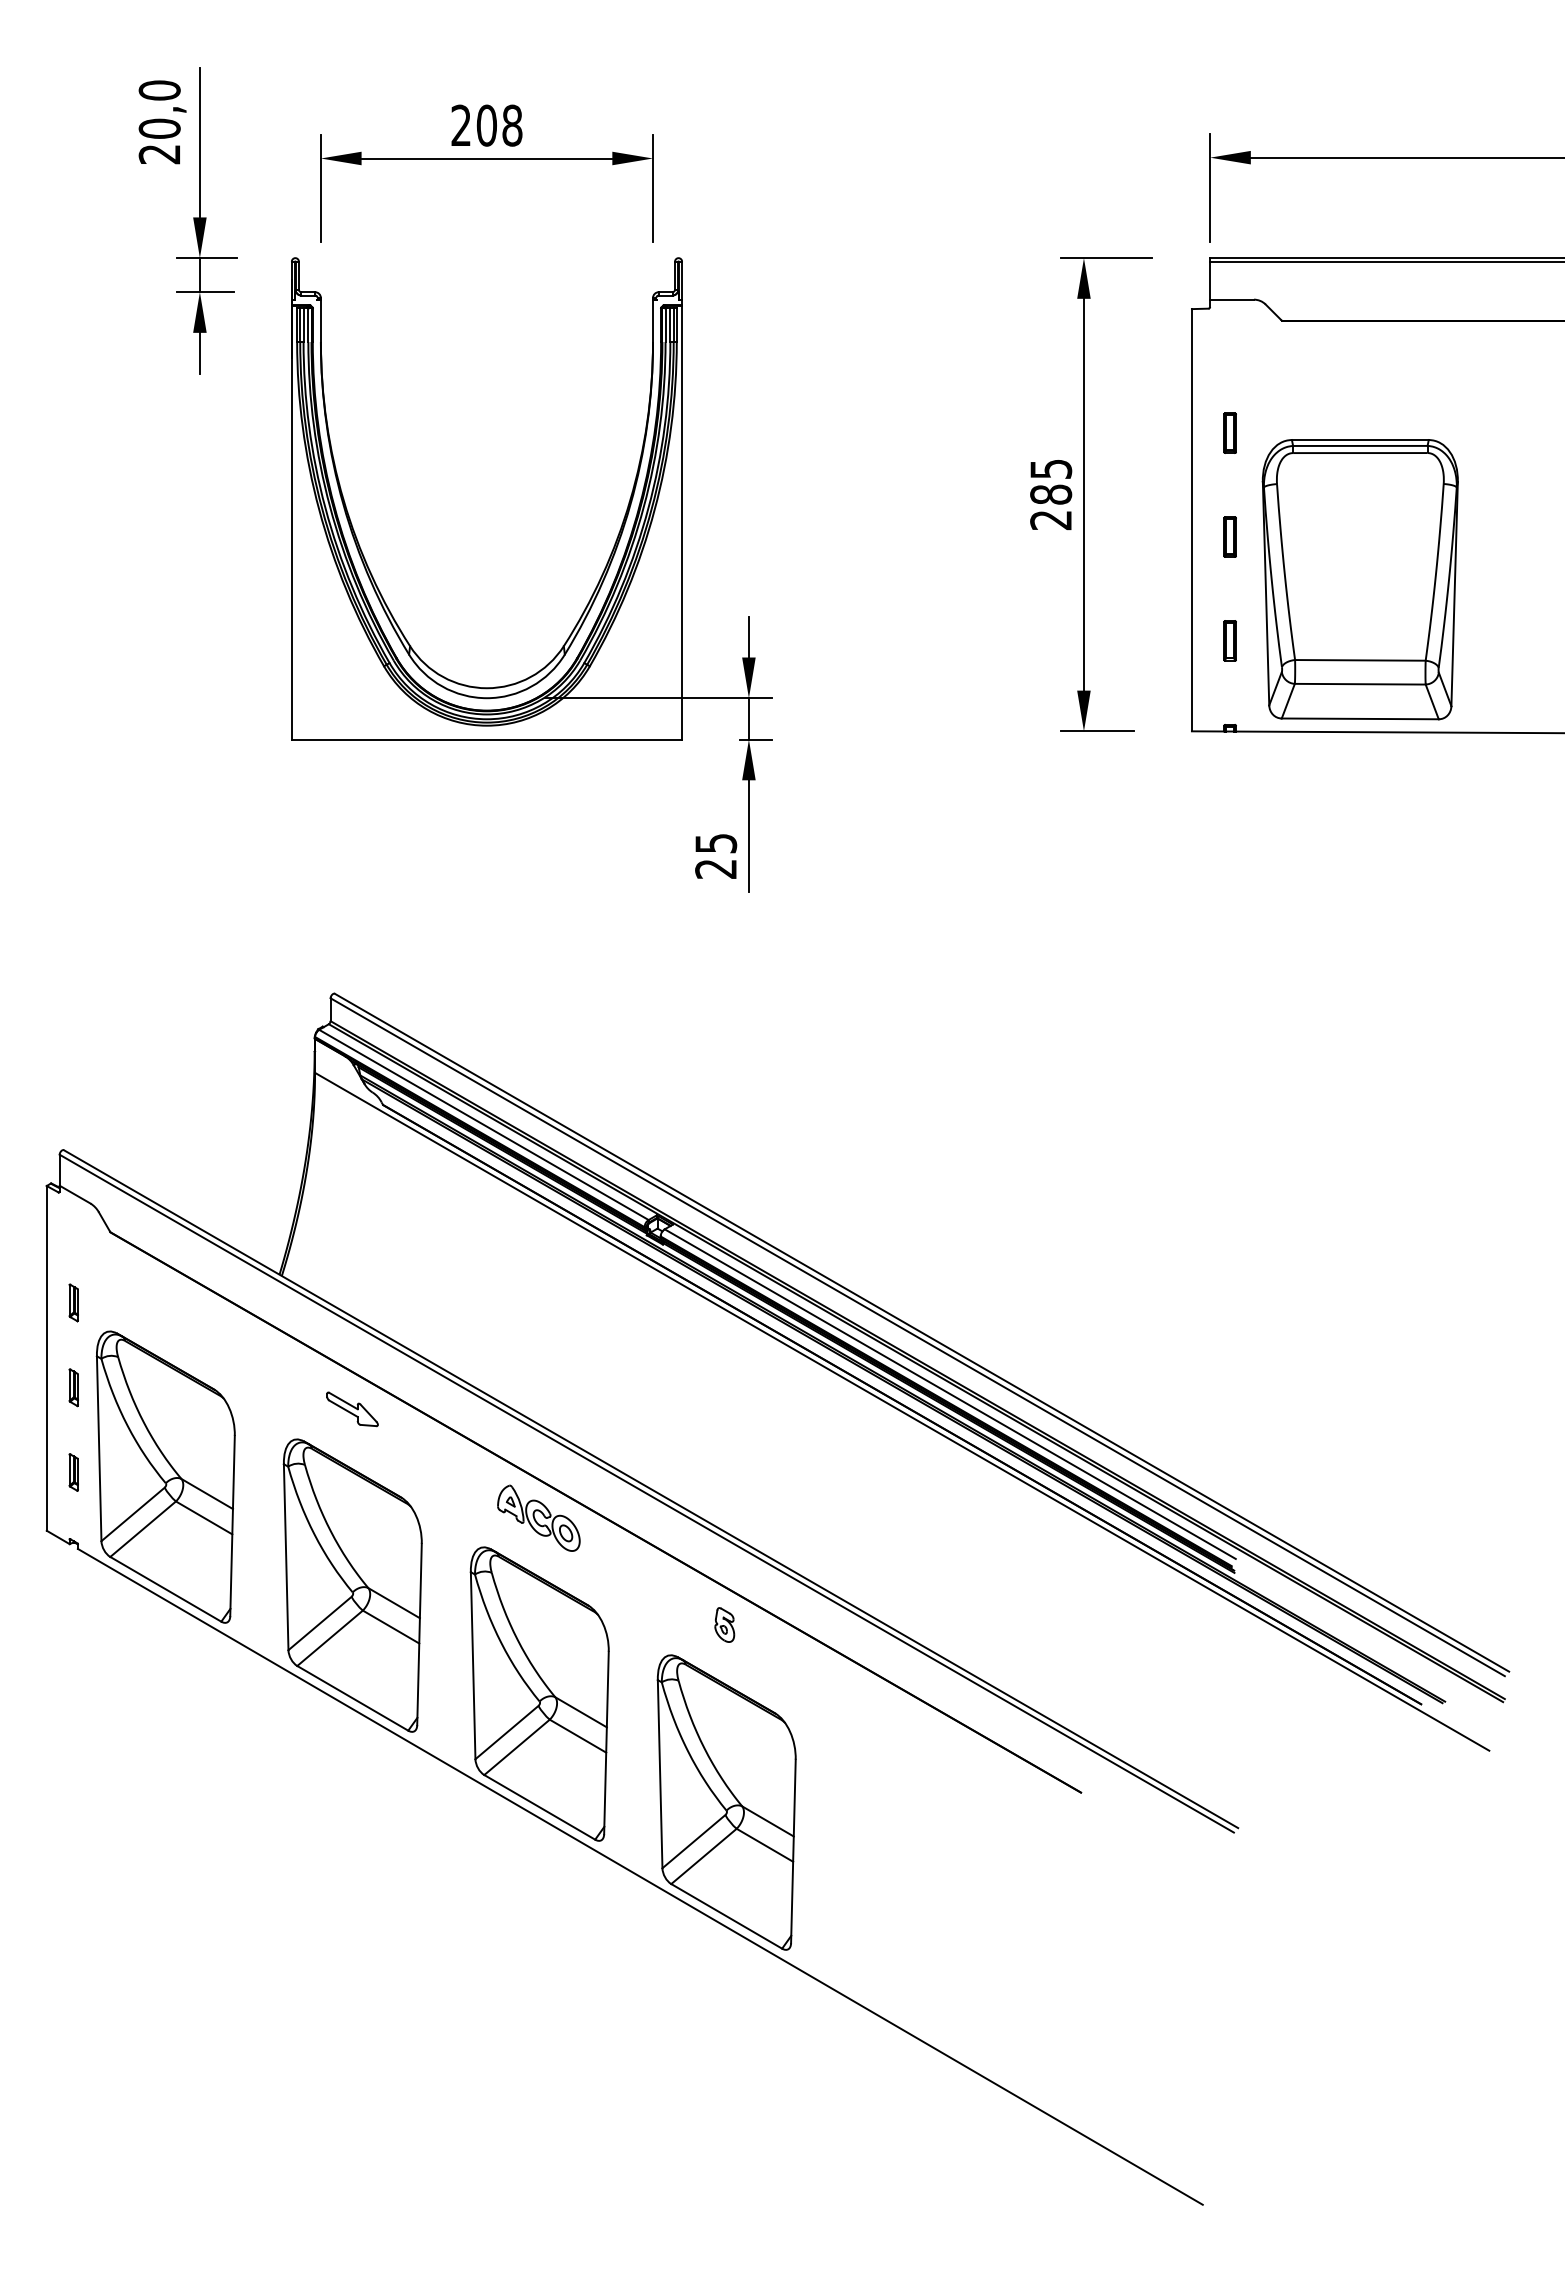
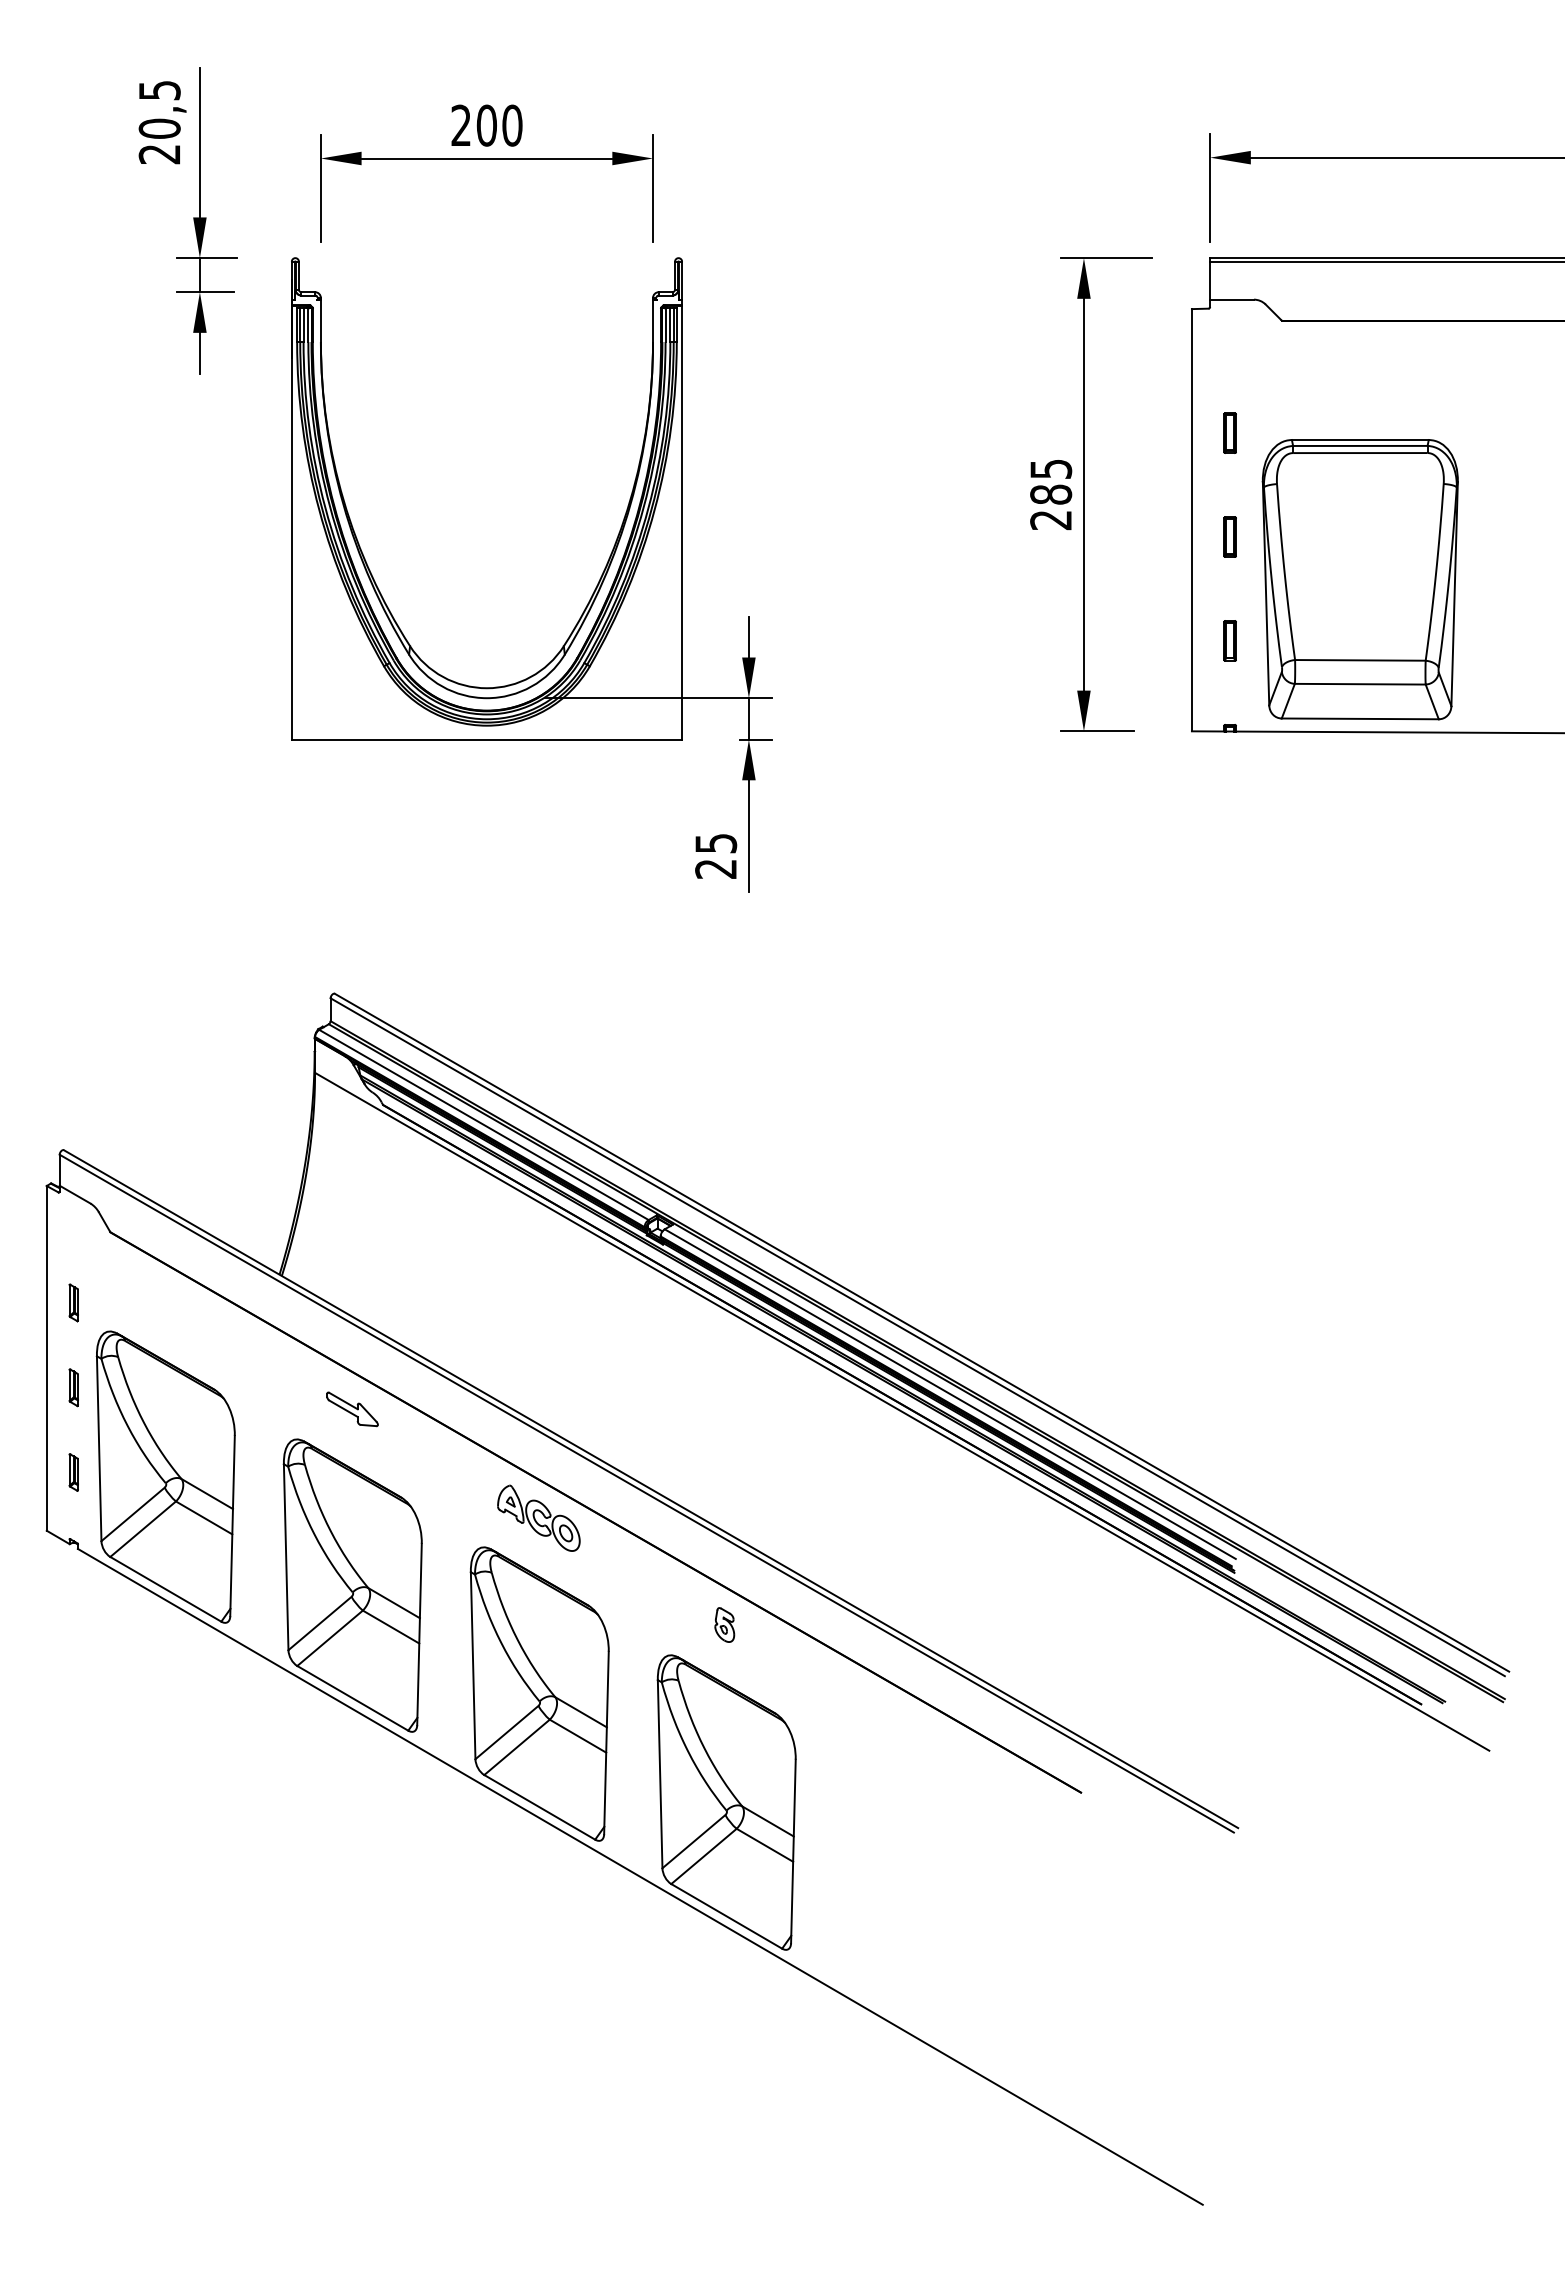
text at (159, 90): 20,0 -> 20,5
text at (512, 125): 208 -> 200
